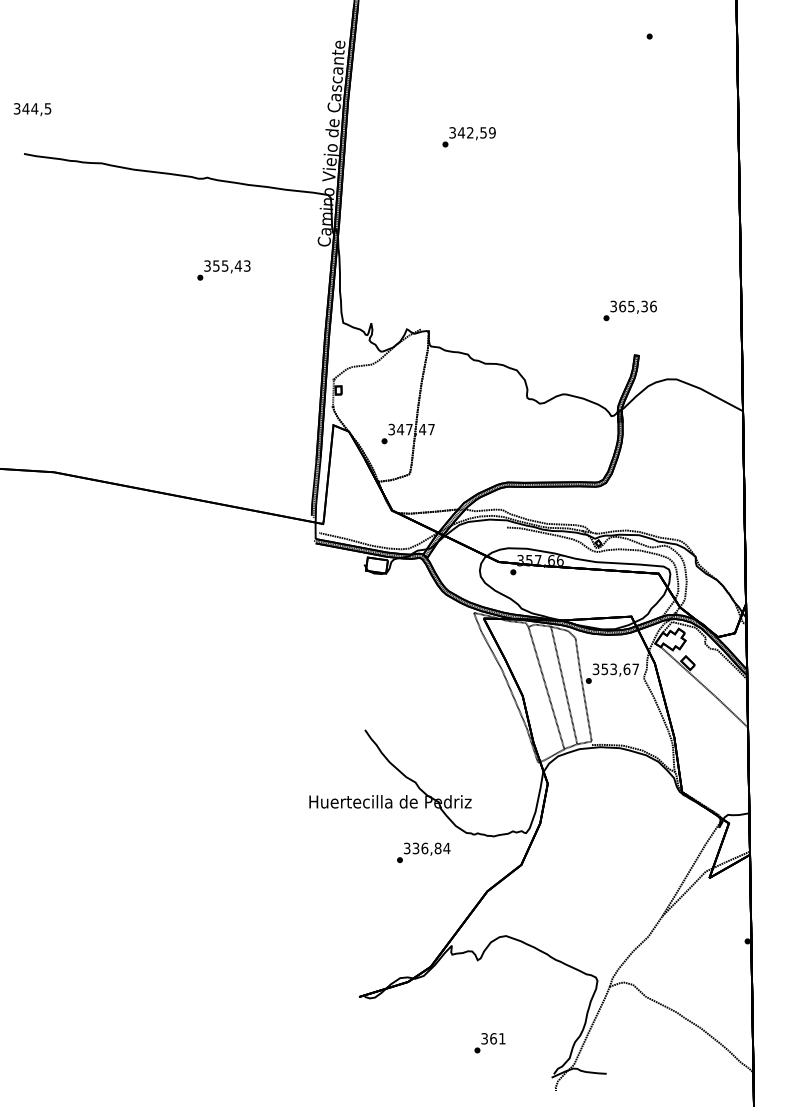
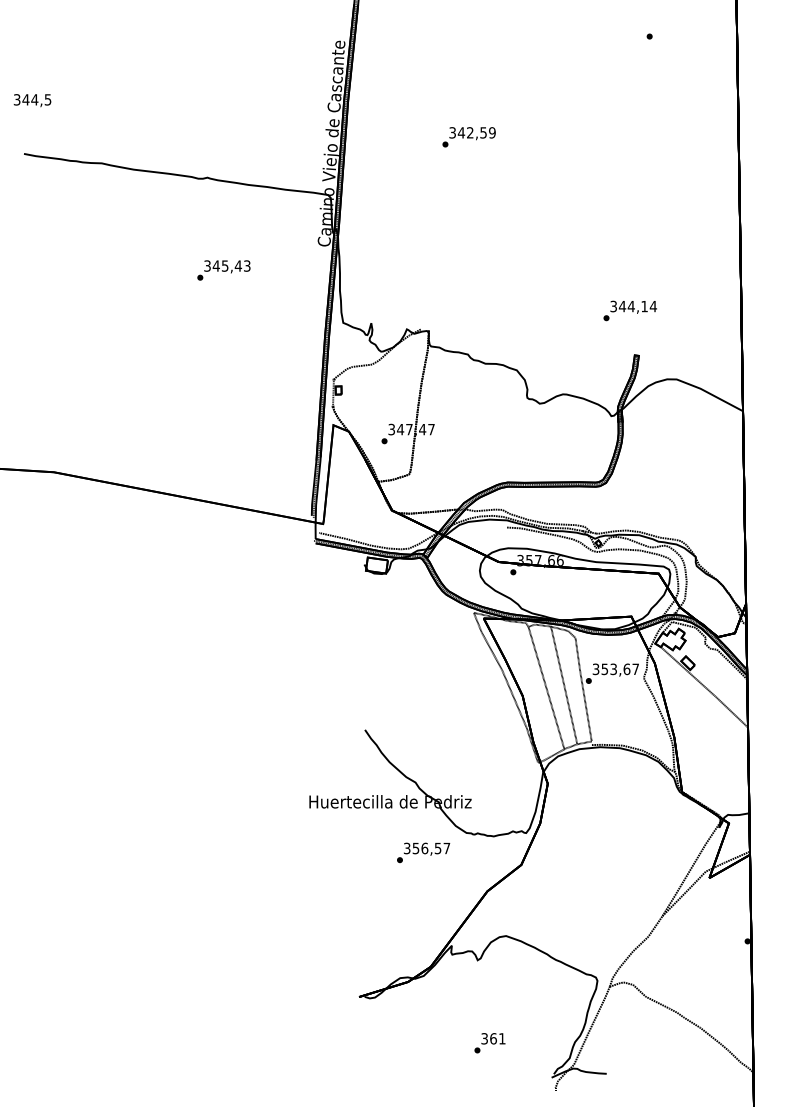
text at (32, 109) position: (32, 109) -> (32, 100)
text at (215, 265): 355,43 -> 345,43
text at (637, 306): 365,36 -> 344,14
text at (431, 848): 336,84 -> 356,57
